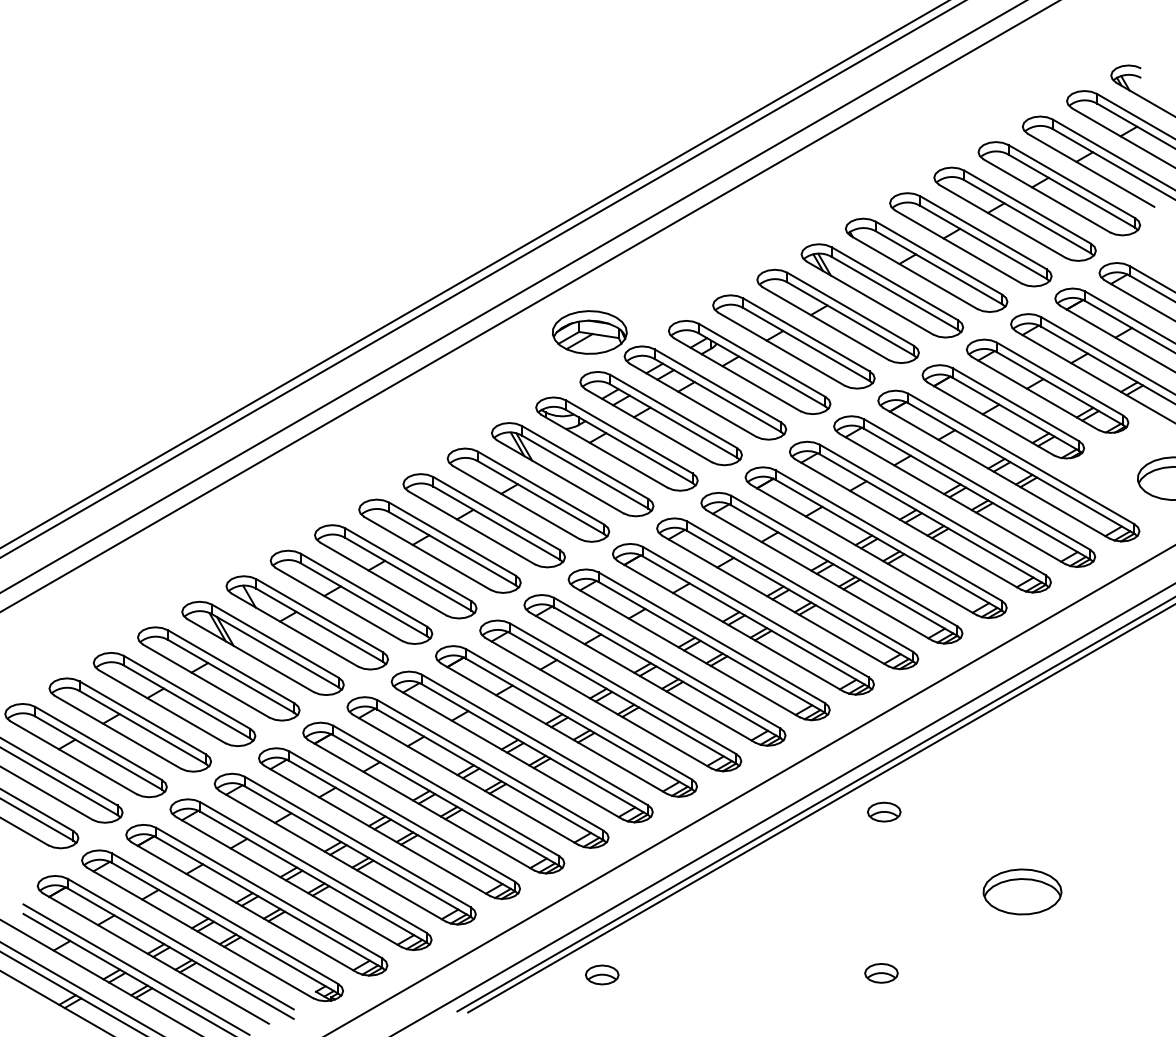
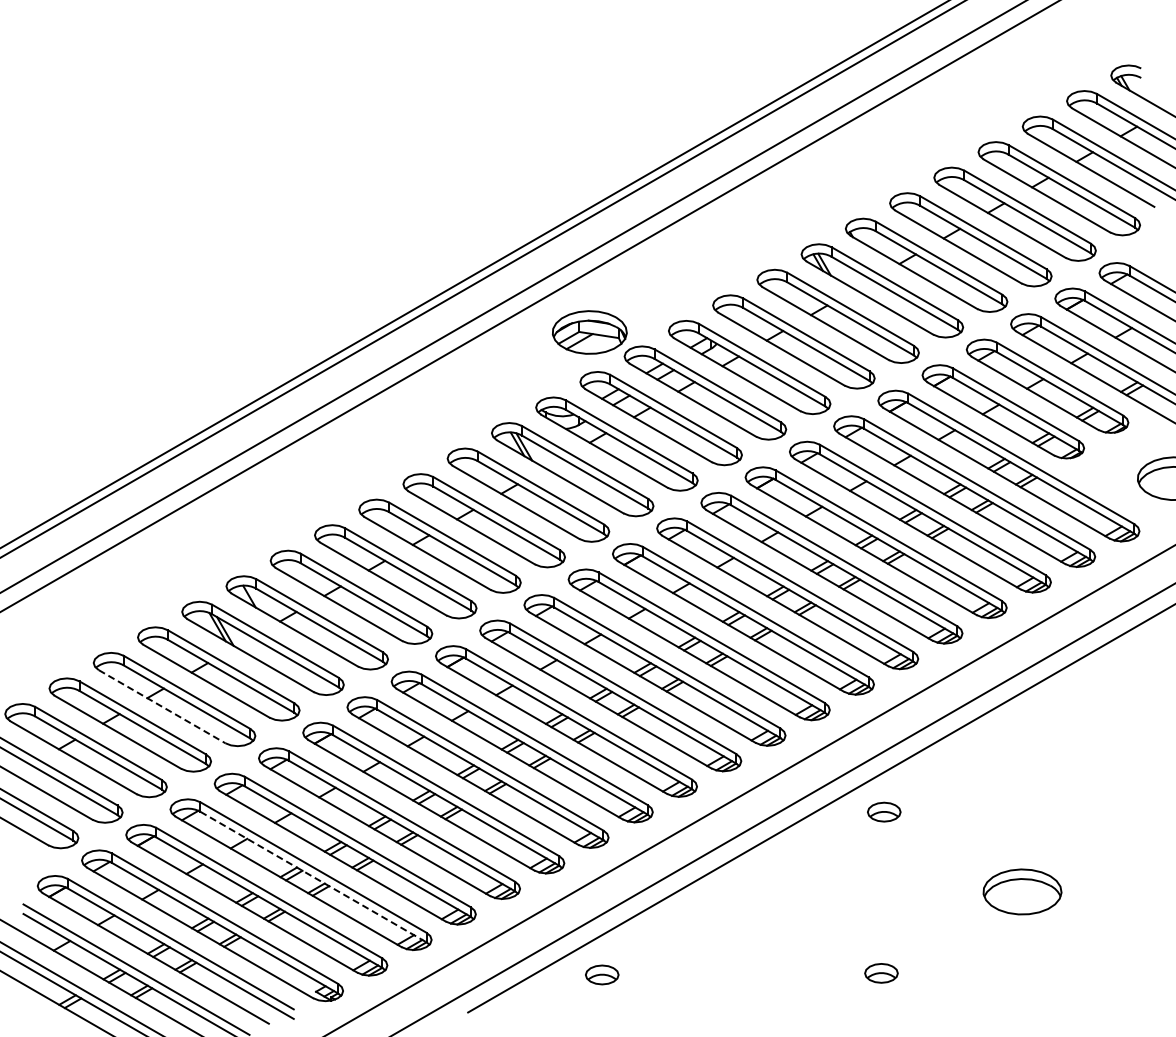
line at (162, 706): solid -> dashed
line at (814, 804): present -> none
line at (313, 877): solid -> dashed
